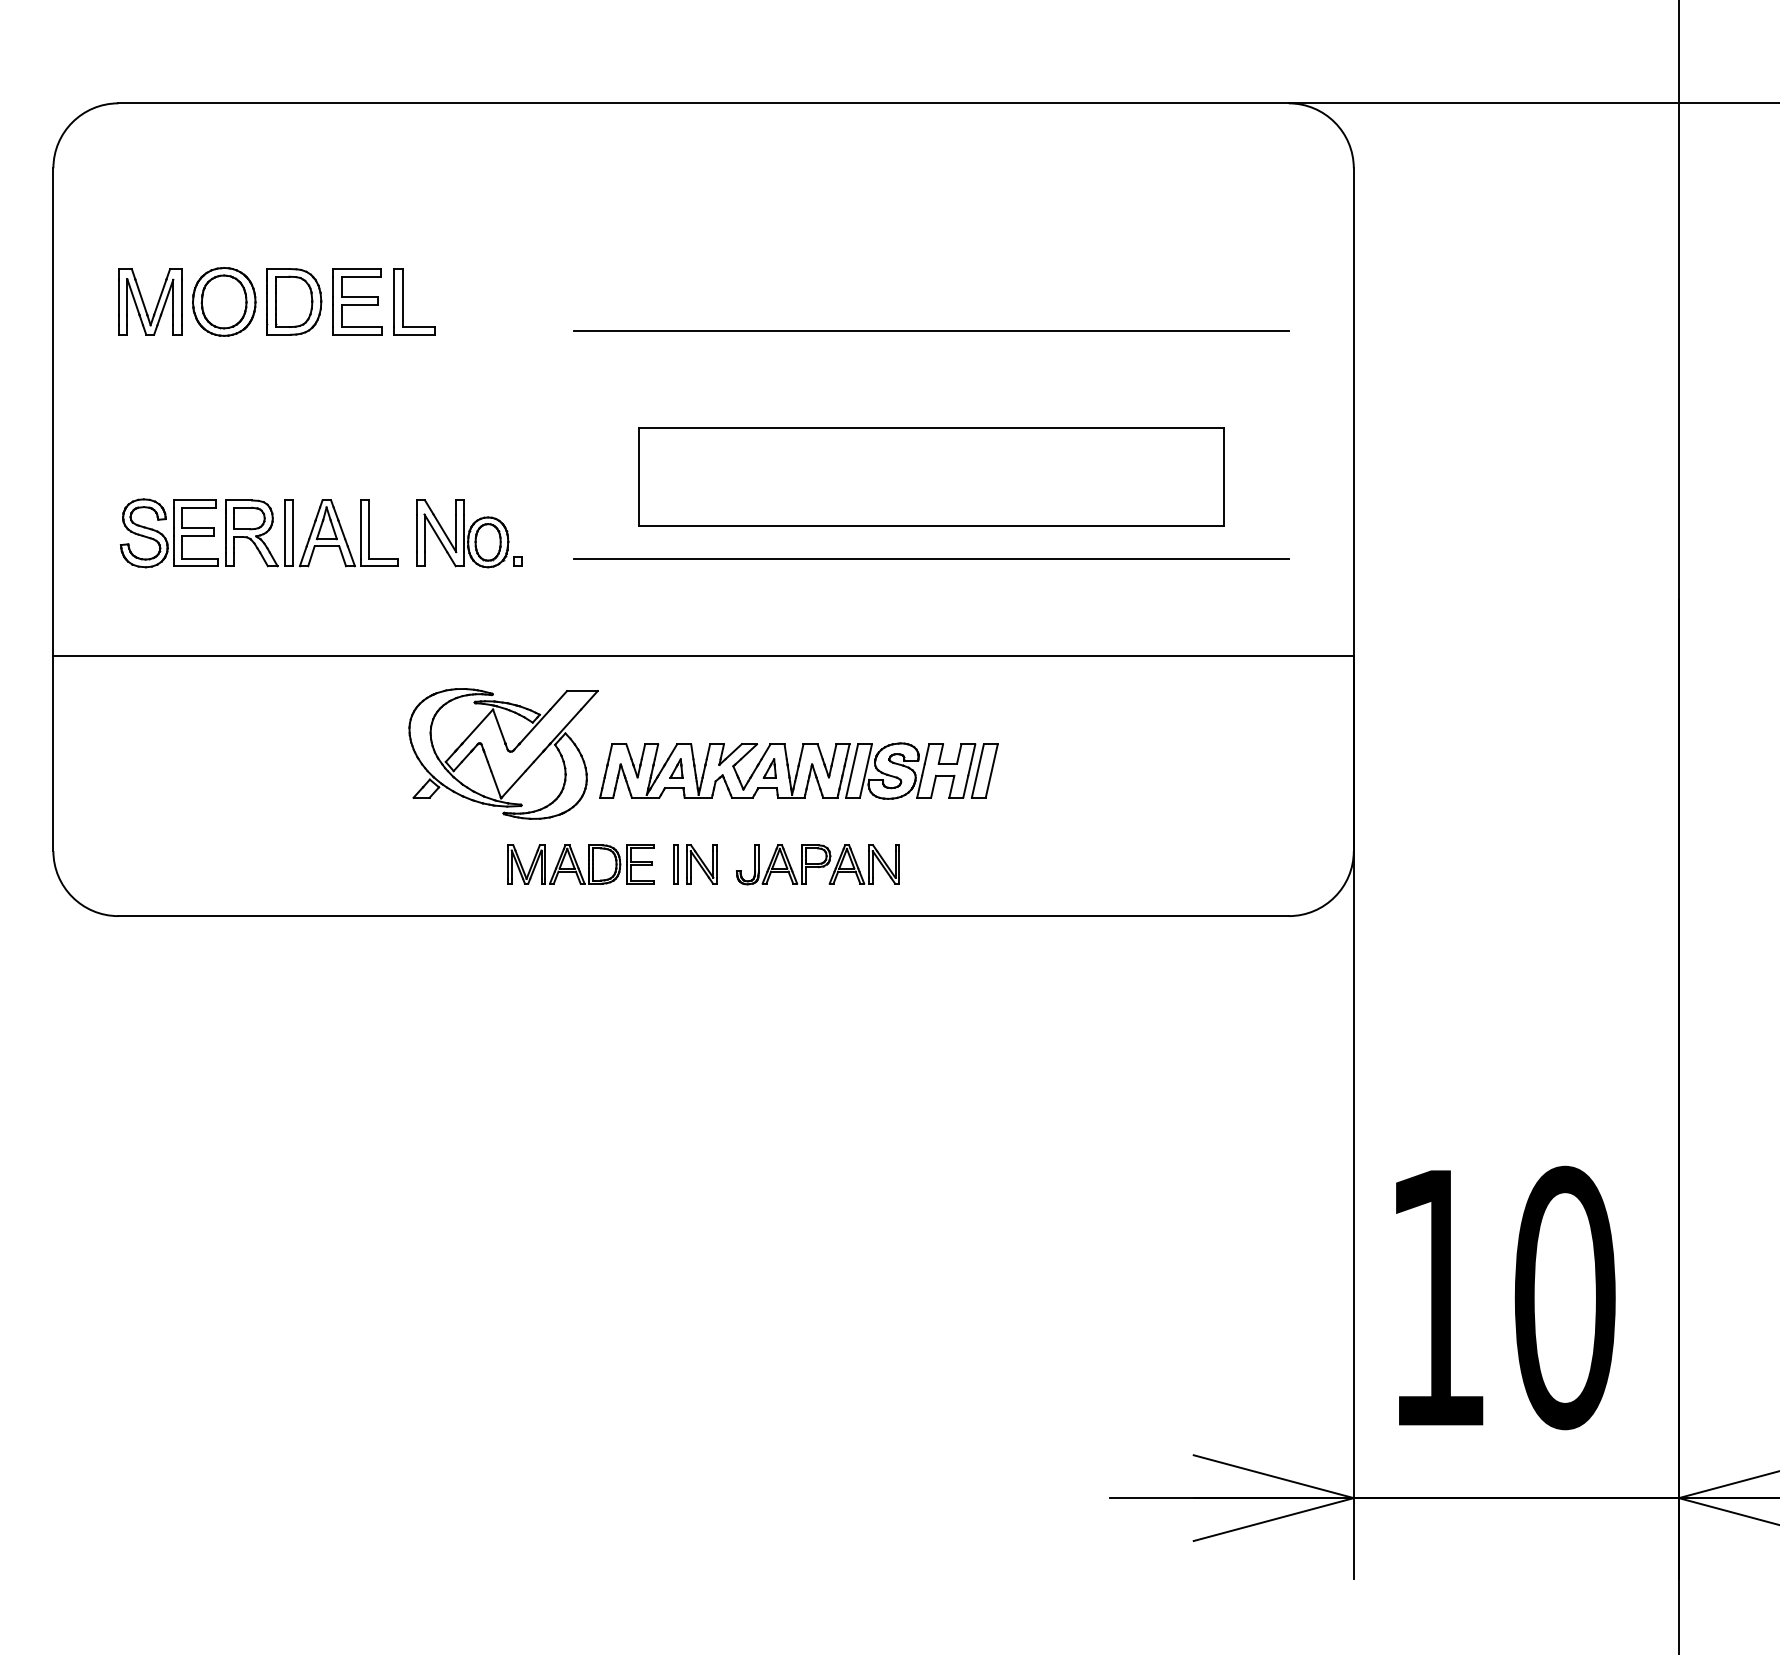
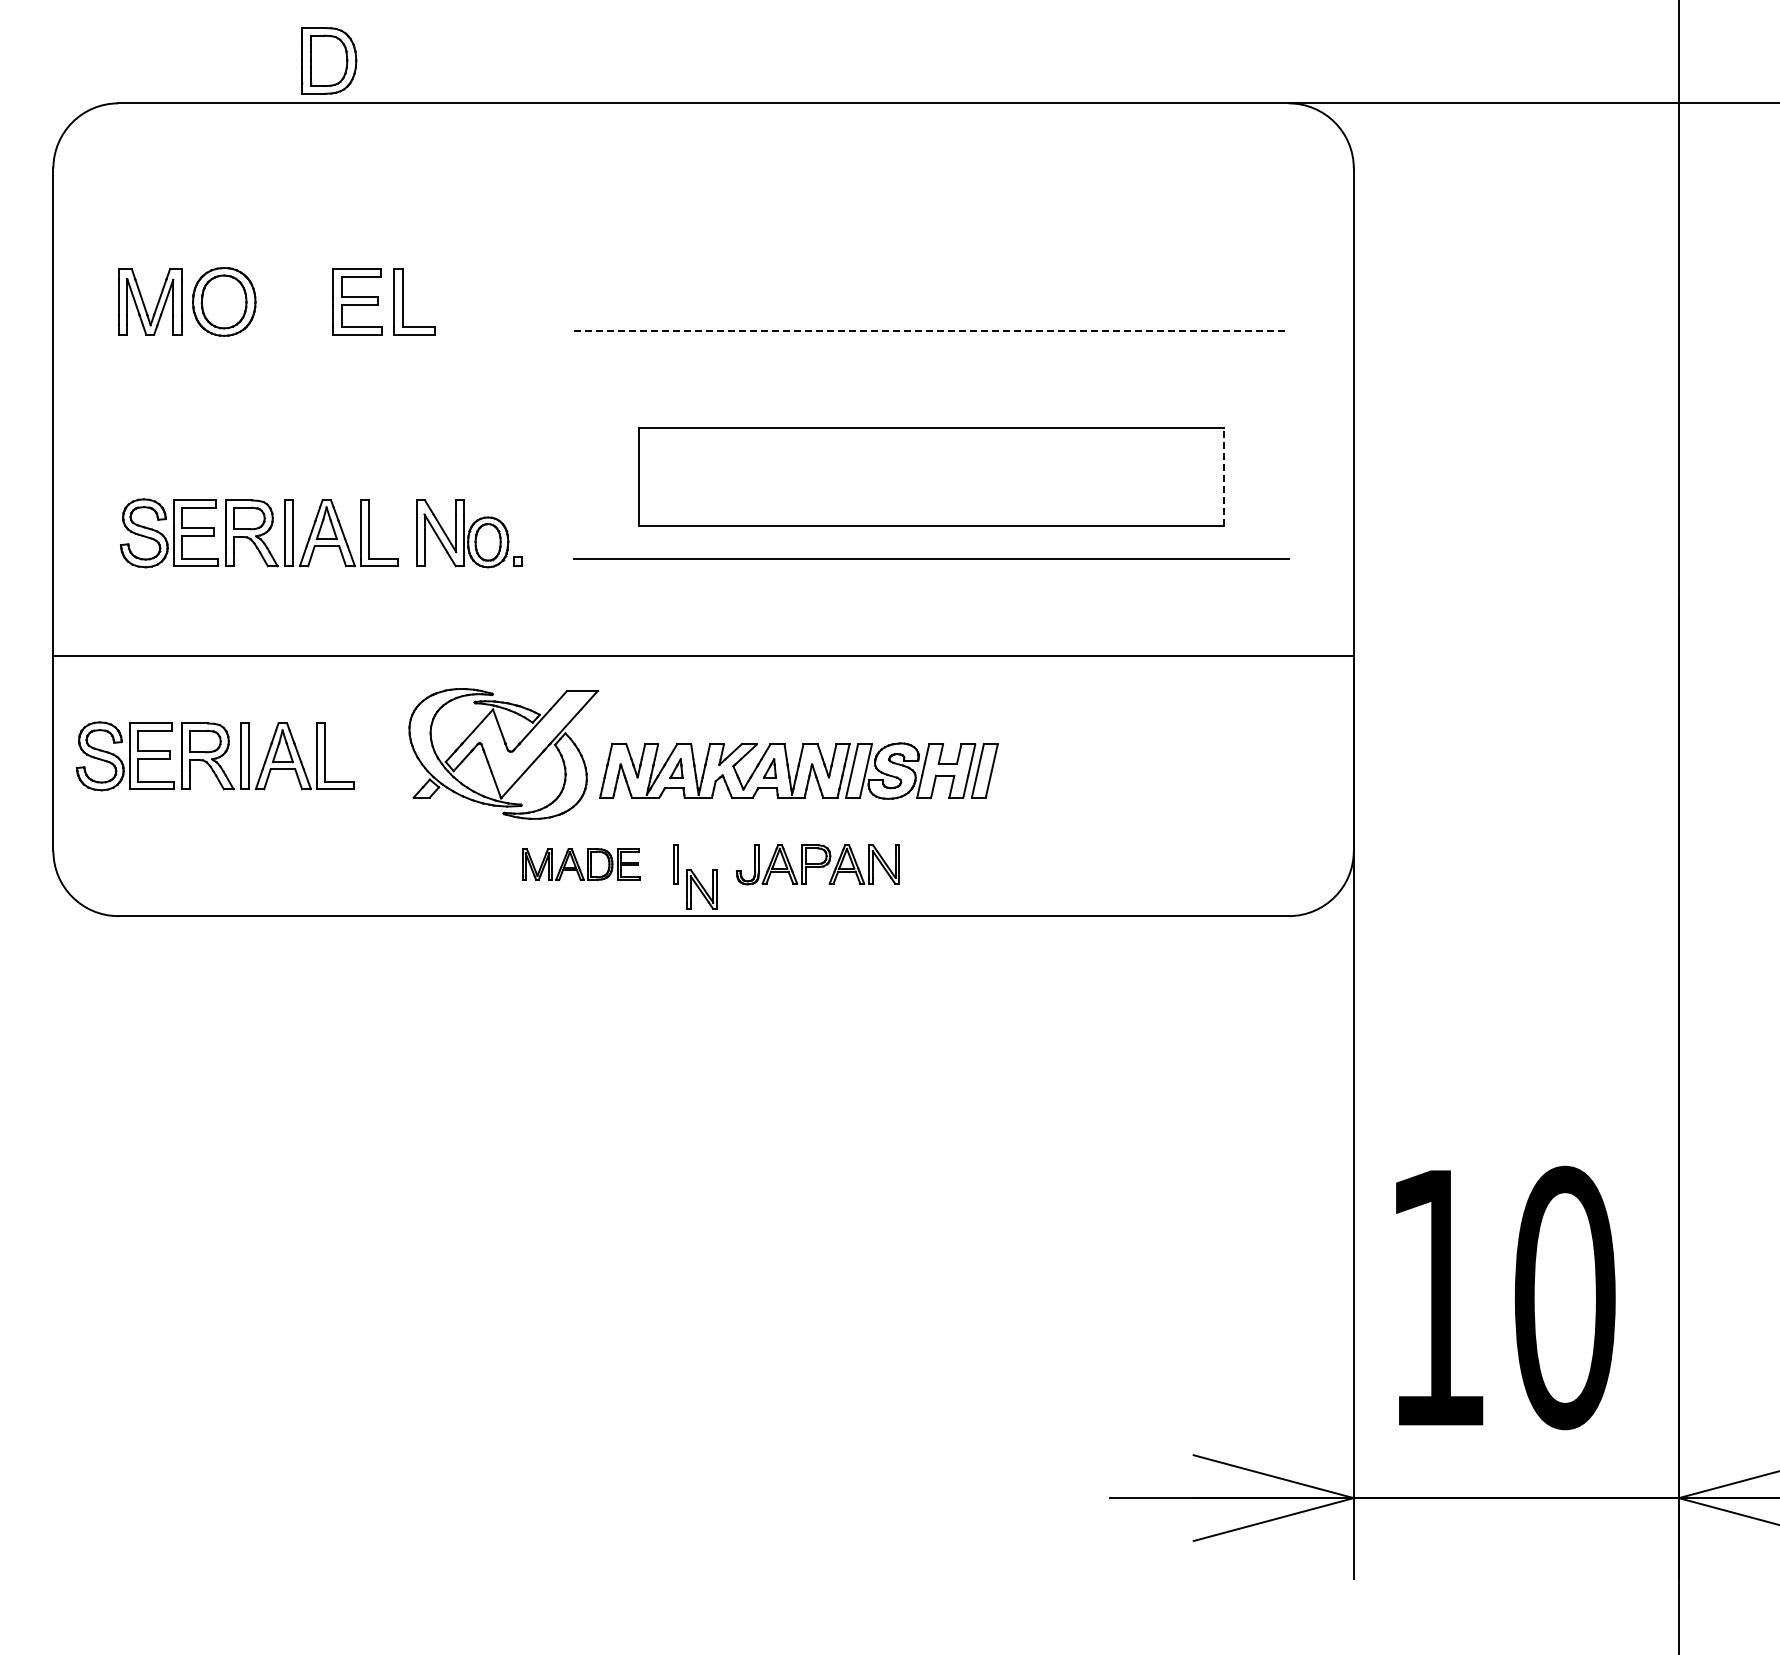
part at (294, 301) position: (294, 301) -> (329, 60)
line at (931, 330): solid -> dashed
line at (1223, 477): solid -> dashed
part at (215, 756): none -> present
part at (580, 864) size: 148x41 px -> 119x33 px
part at (701, 864) position: (701, 864) -> (701, 889)
